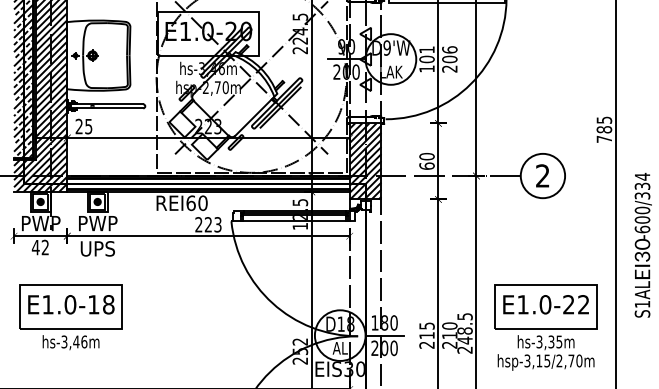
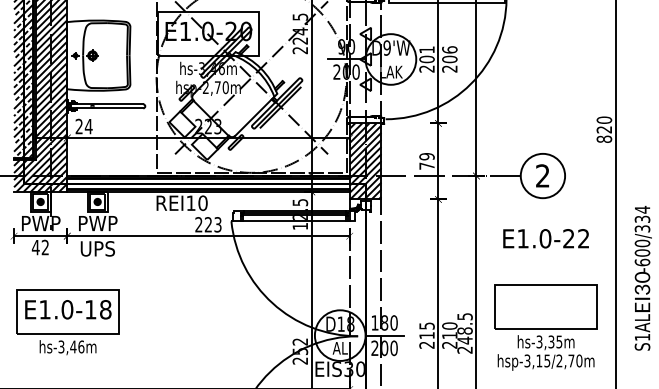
text at (426, 68): 101 -> 201
text at (88, 126): 25 -> 24
text at (604, 129): 785 -> 820
text at (426, 161): 60 -> 79
text at (190, 203): REI60 -> REI10
text at (642, 244) position: (642, 244) -> (642, 277)
text at (545, 304) position: (545, 304) -> (545, 238)
part at (70, 317) position: (70, 317) -> (67, 322)
